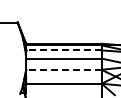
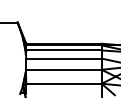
line at (63, 50): dashed -> solid
line at (63, 69): dashed -> solid
